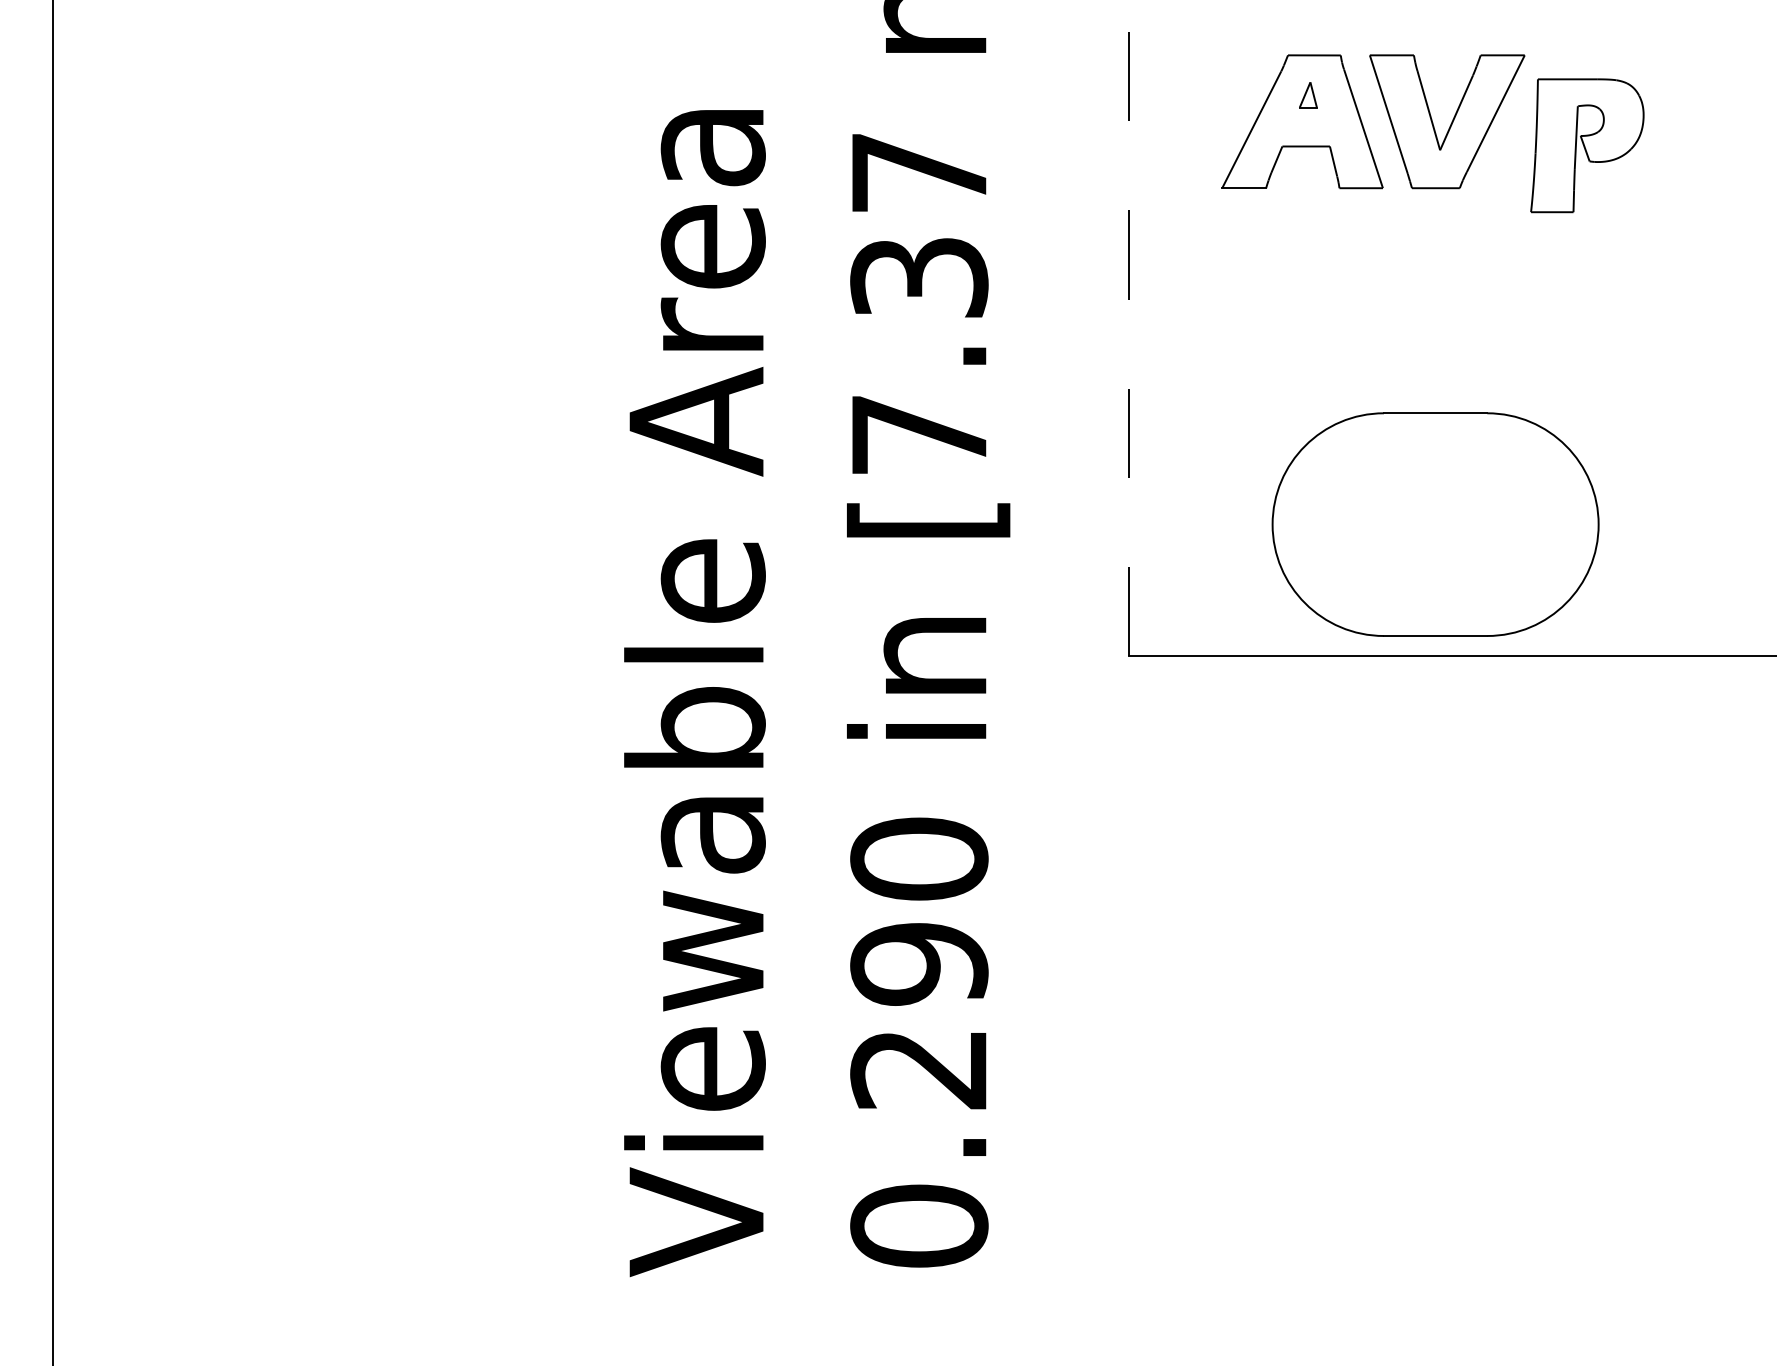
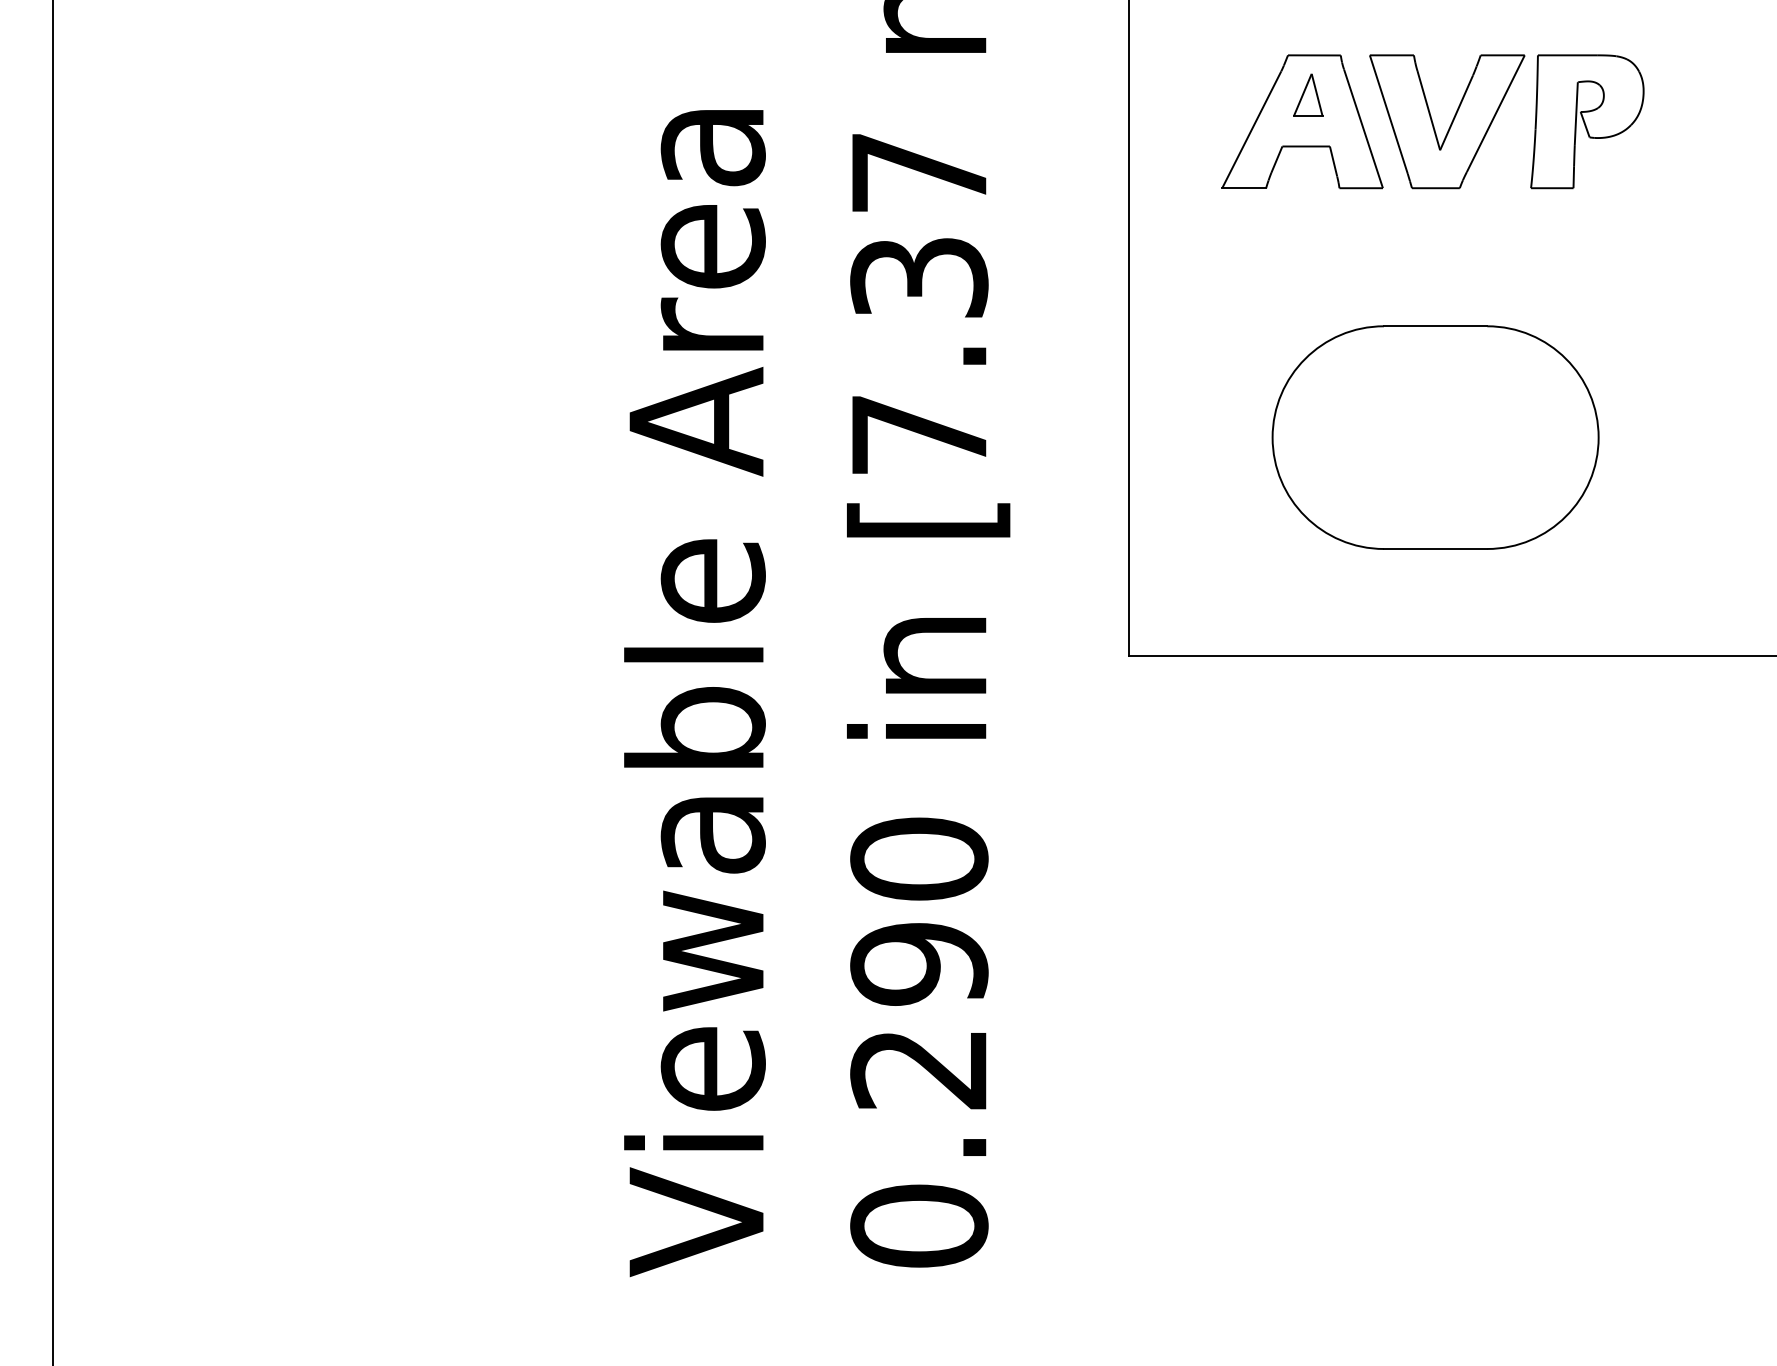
part at (1308, 95) size: 19x27 px -> 31x44 px
part at (1587, 145) position: (1587, 145) -> (1587, 121)
line at (1129, 328): dashed -> solid
part at (1435, 524) position: (1435, 524) -> (1435, 437)
